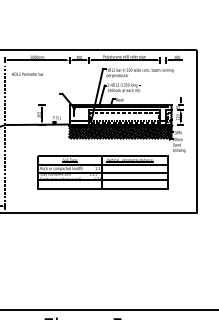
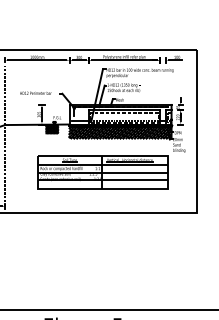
text at (27, 73) position: (27, 73) -> (35, 92)
hatch at (51, 128): none -> present
